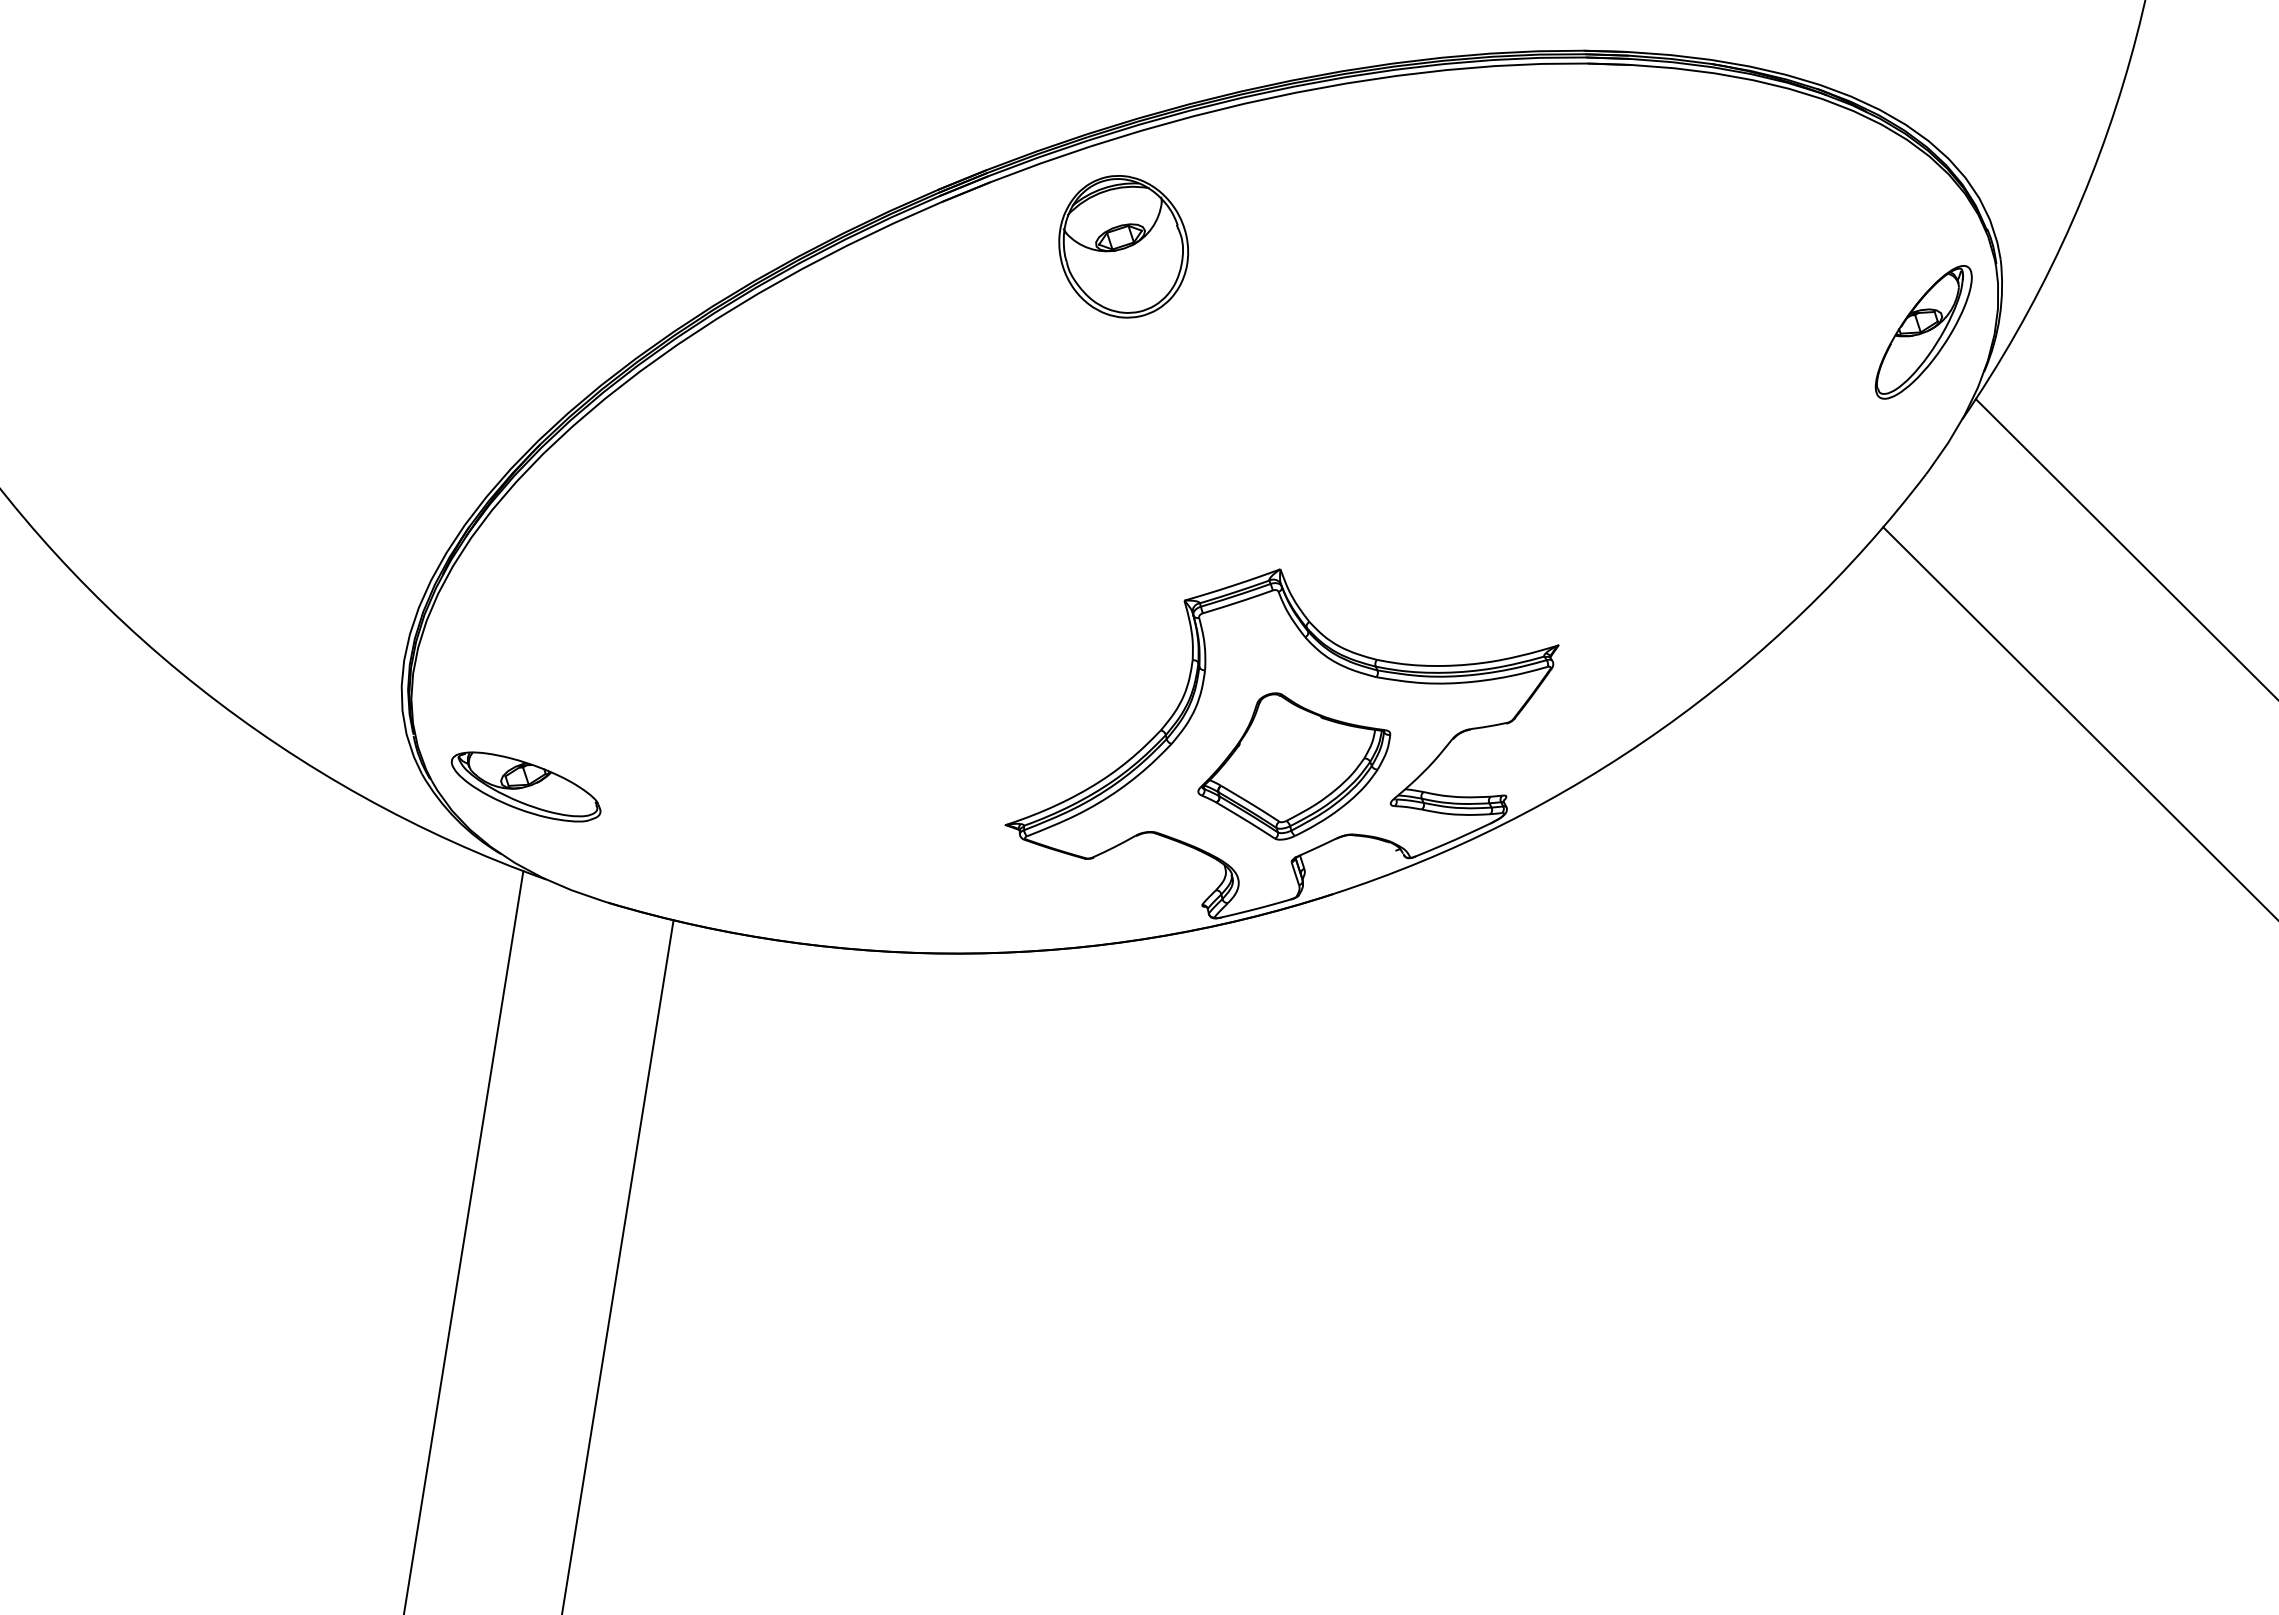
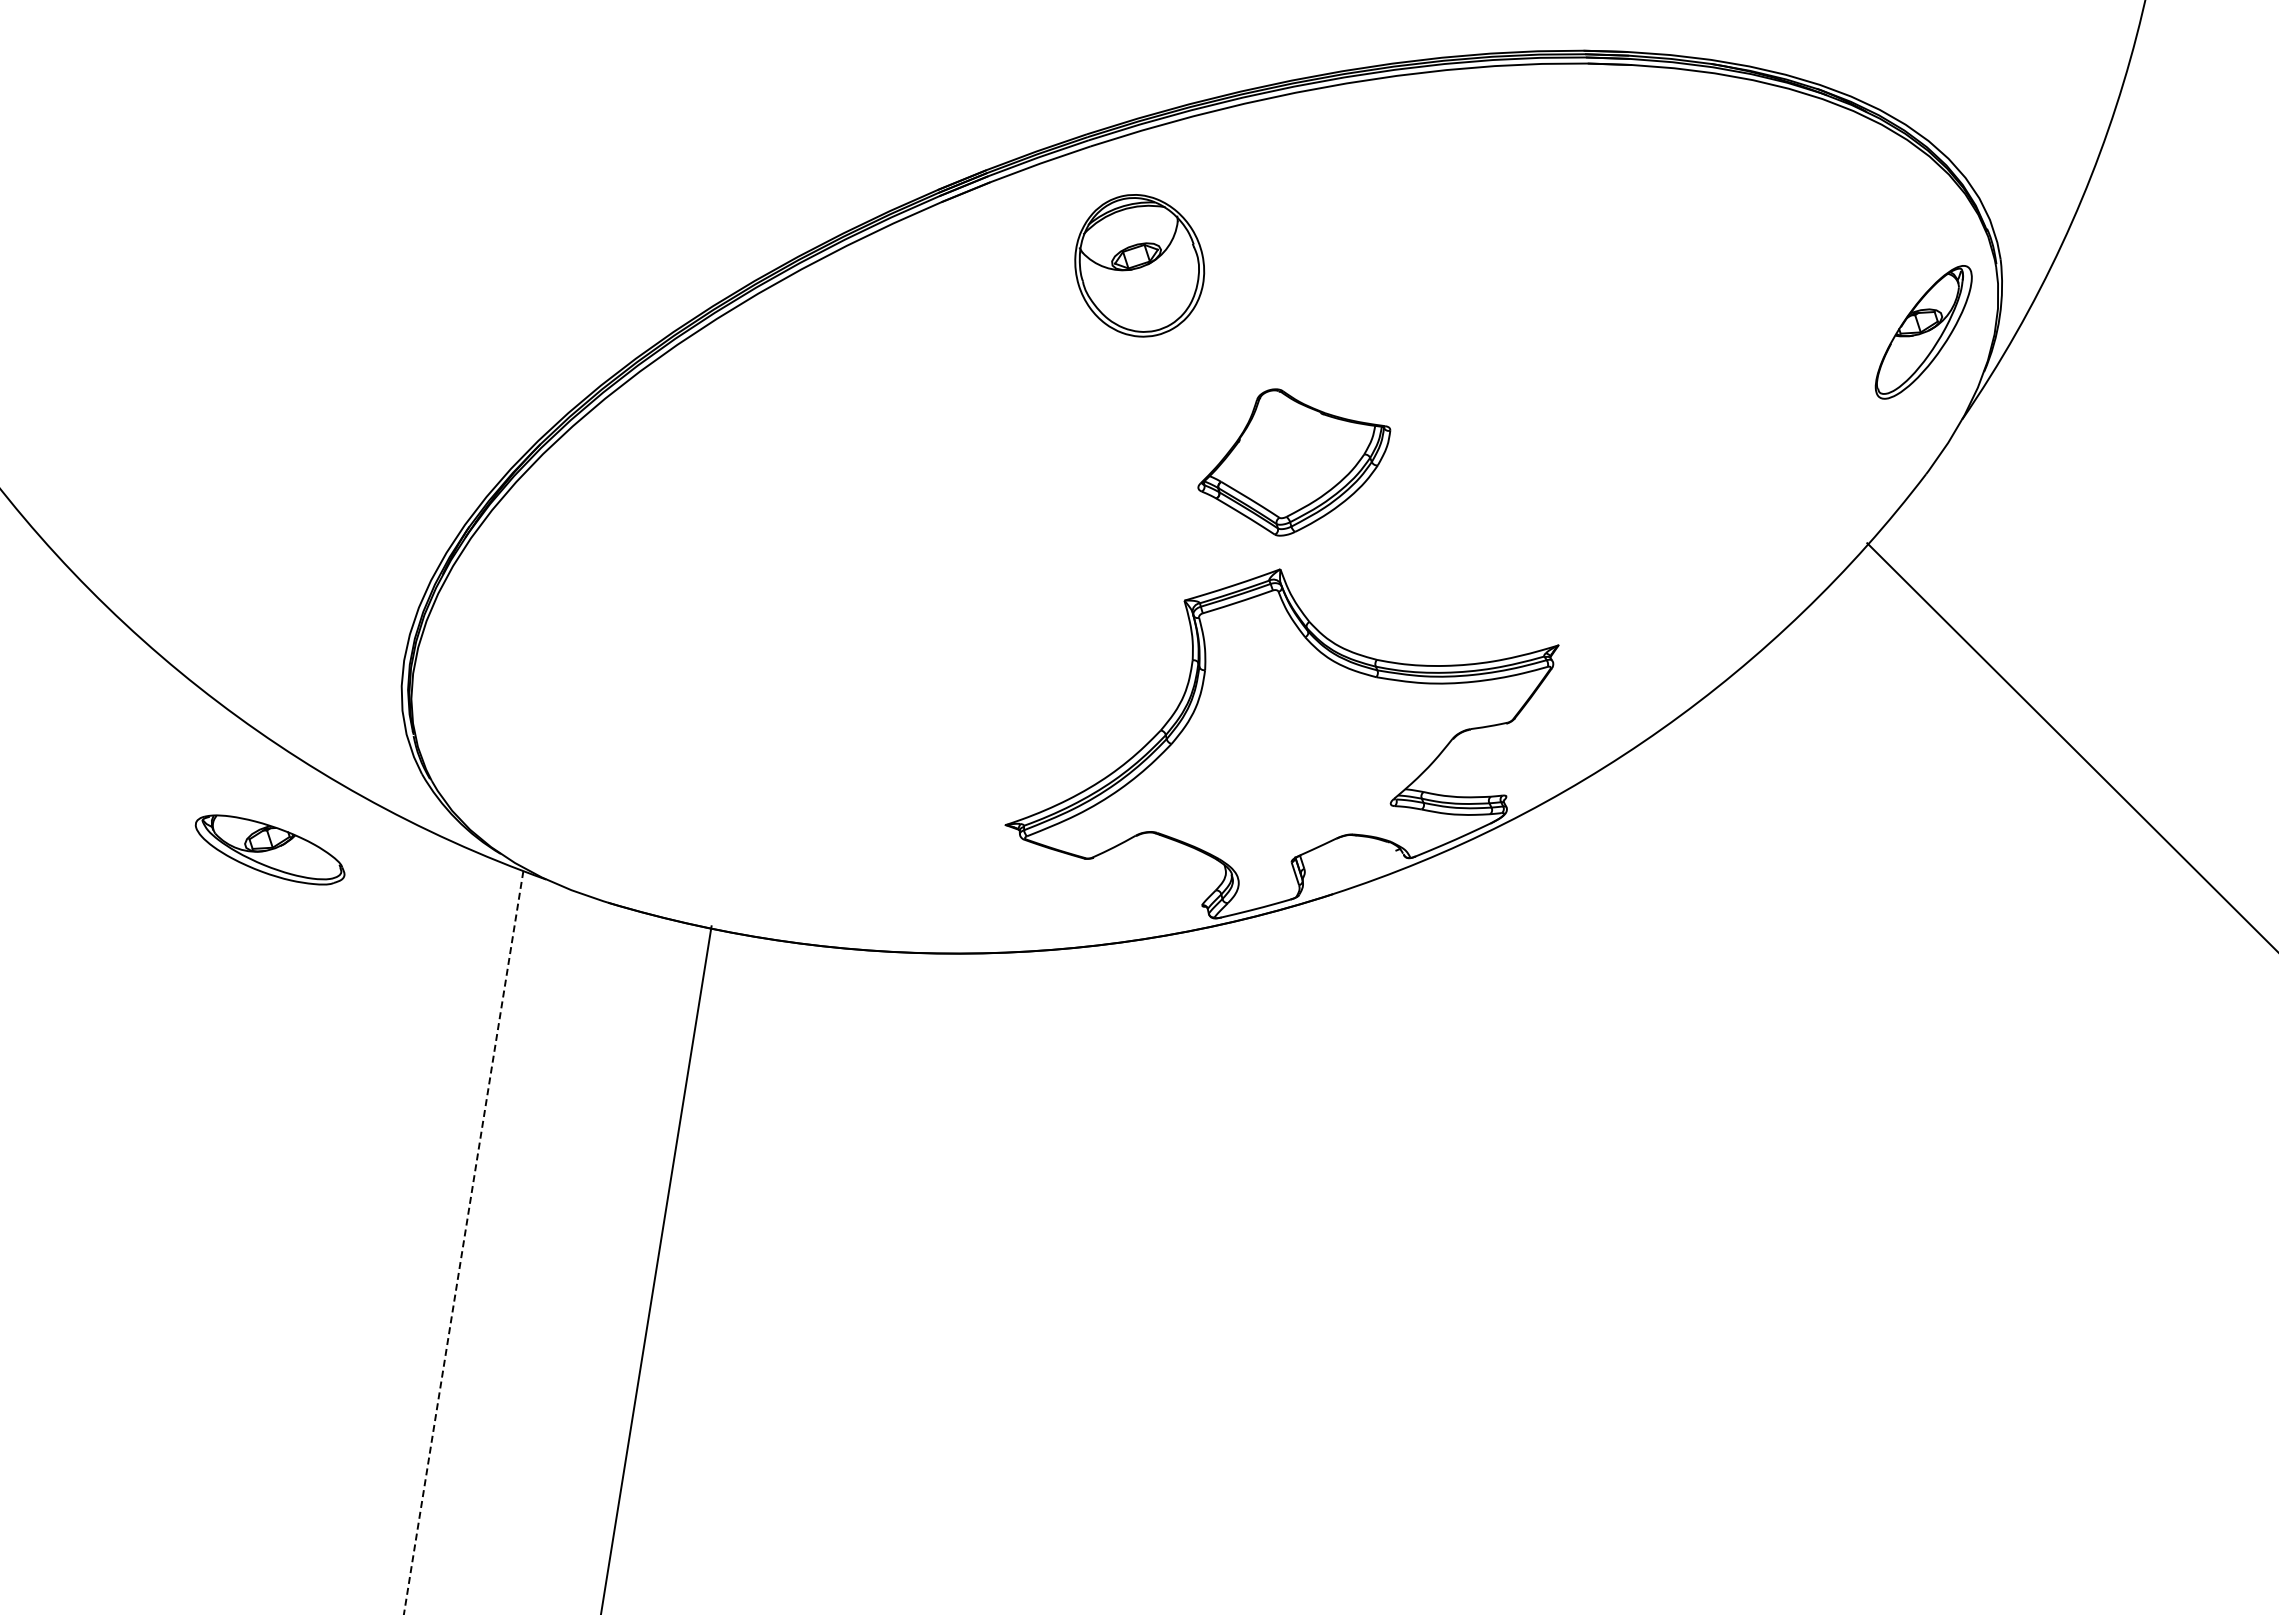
part at (1123, 246) position: (1123, 246) -> (1139, 265)
line at (2125, 548): present -> none
line at (2079, 722) position: (2079, 722) -> (2071, 746)
part at (1294, 766) position: (1294, 766) -> (1294, 462)
part at (525, 786) position: (525, 786) -> (269, 849)
line at (463, 1243): solid -> dashed
line at (617, 1265) position: (617, 1265) -> (656, 1268)
